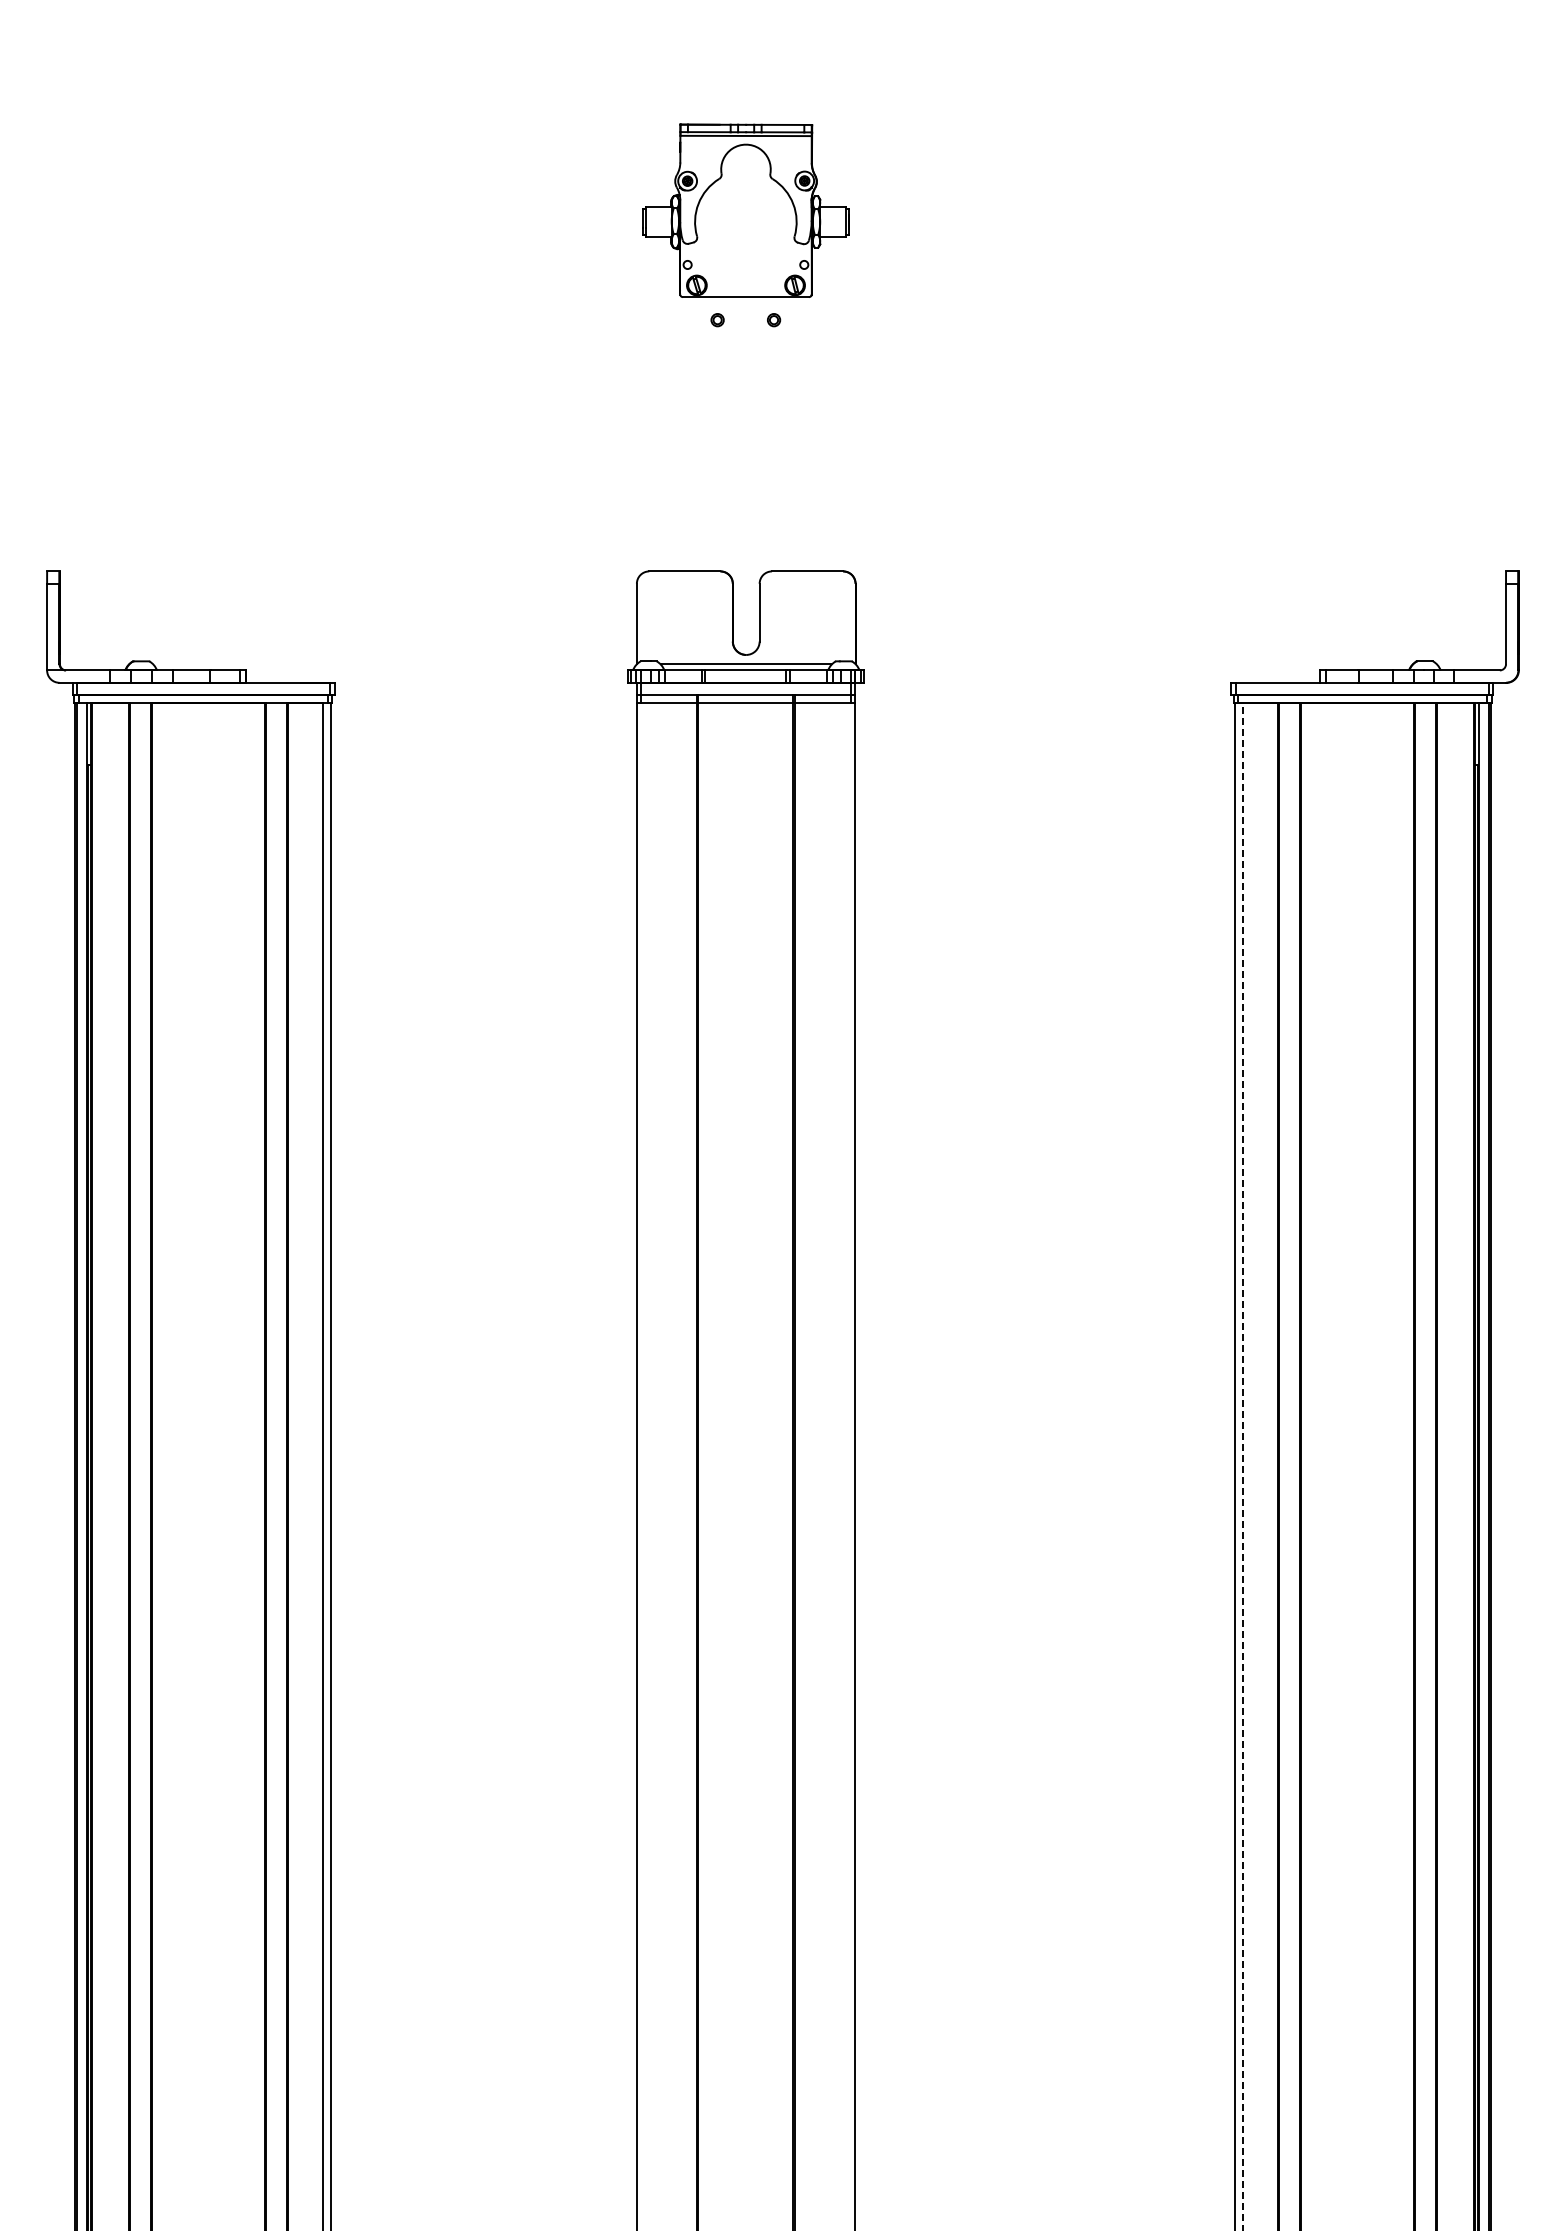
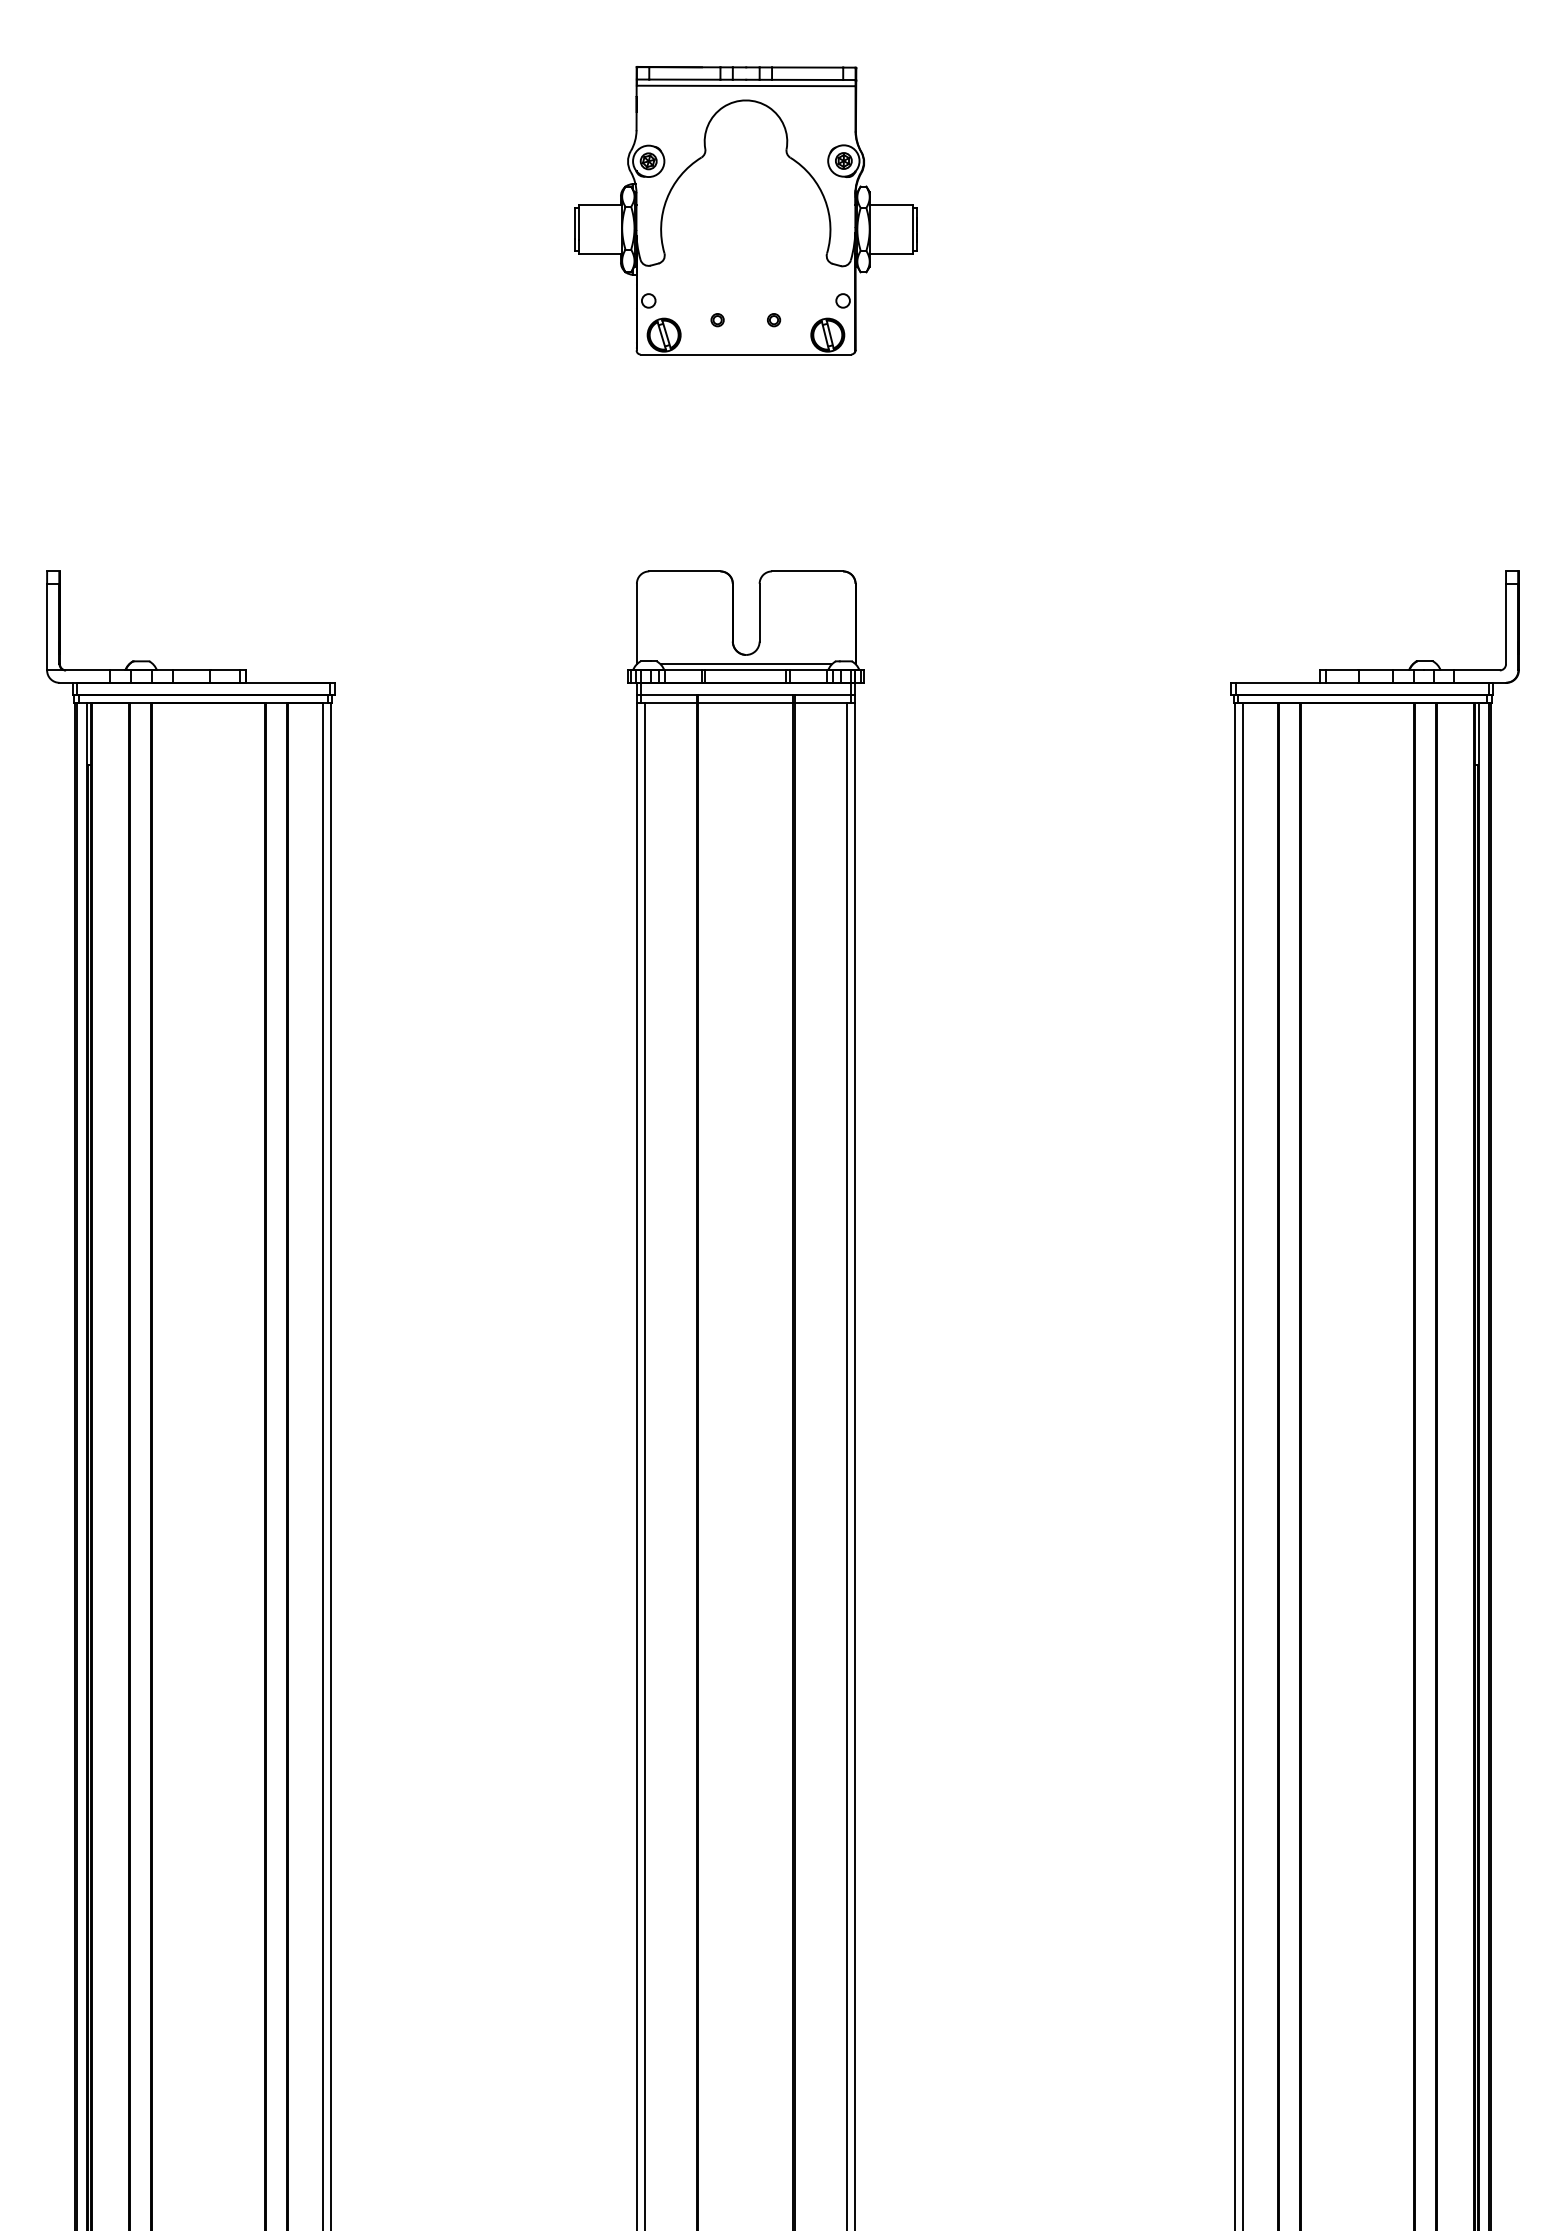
part at (745, 210) size: 208x175 px -> 344x290 px
line at (644, 1465): none -> present
line at (847, 1465): none -> present
line at (1243, 1466): dashed -> solid
